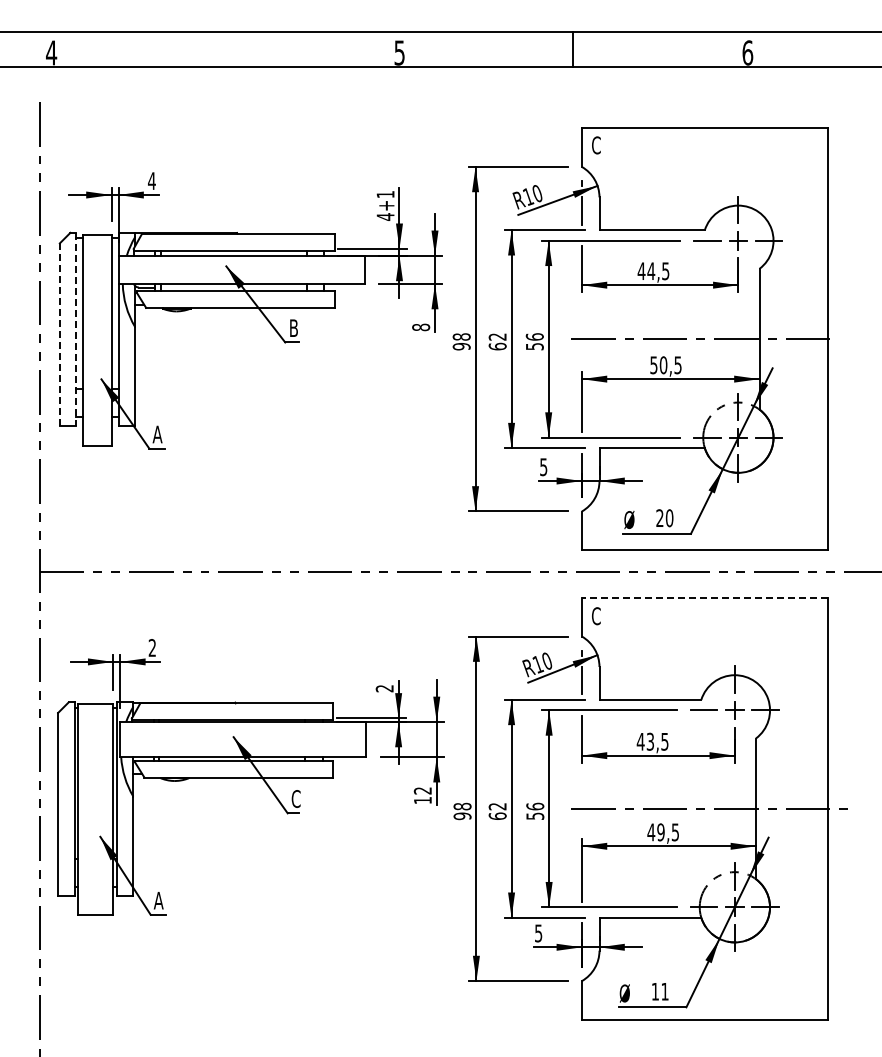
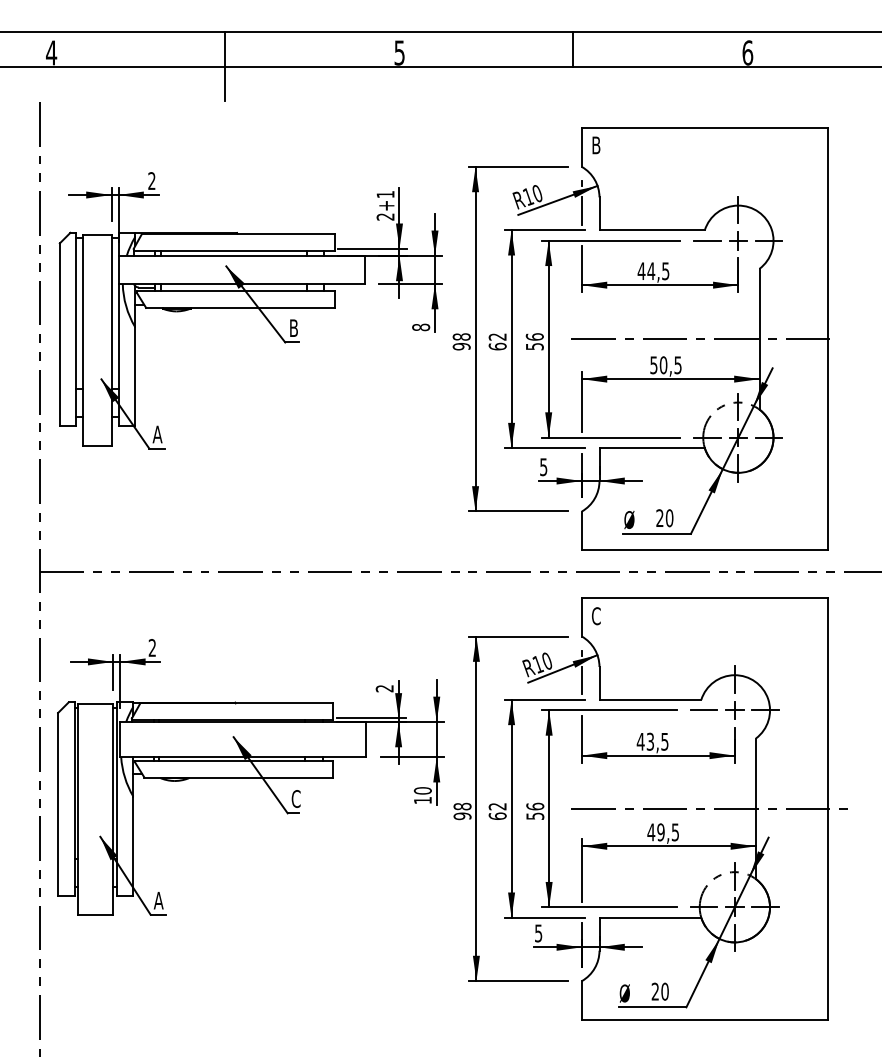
line at (224, 66): none -> present
text at (596, 145): C -> B
text at (151, 180): 4 -> 2
text at (385, 216): 4+1 -> 2+1
line at (76, 329): dashed -> solid
line at (59, 335): dashed -> solid
line at (704, 597): dashed -> solid
text at (422, 790): 12 -> 10
text at (659, 991): 11 -> 20
